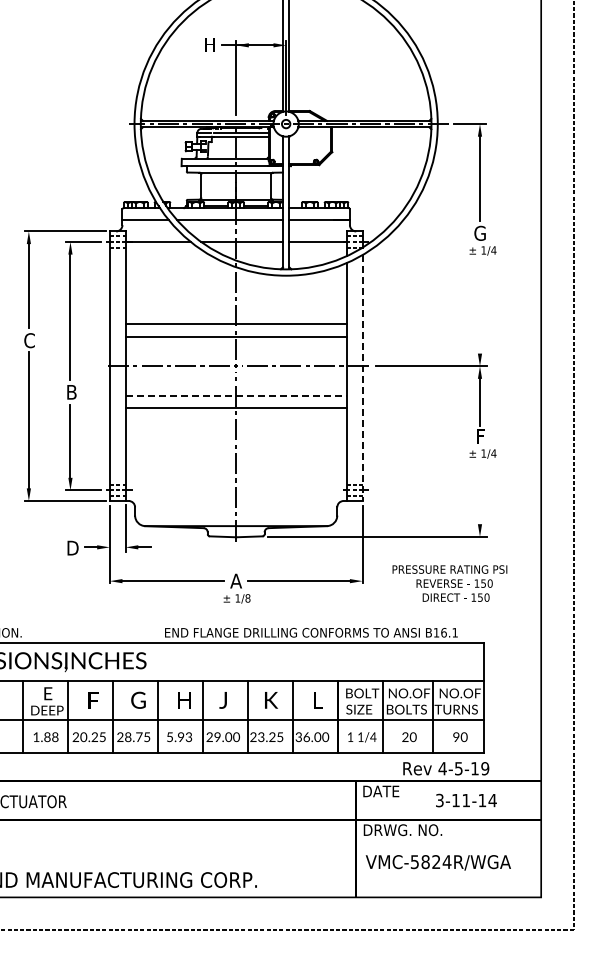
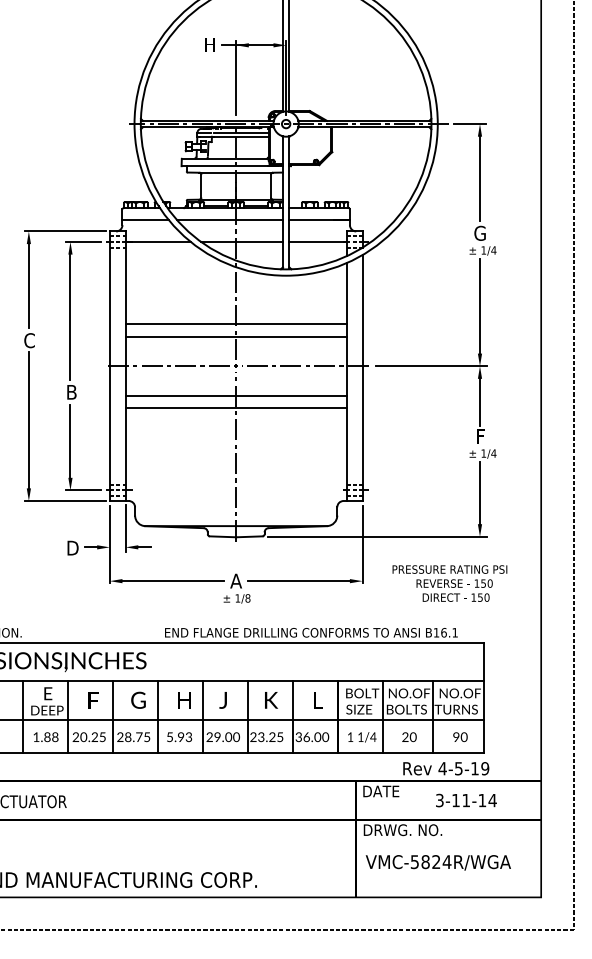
line at (479, 306): none -> present
line at (362, 378): dashed -> solid
line at (236, 395): dashed -> solid
line at (479, 493): none -> present
